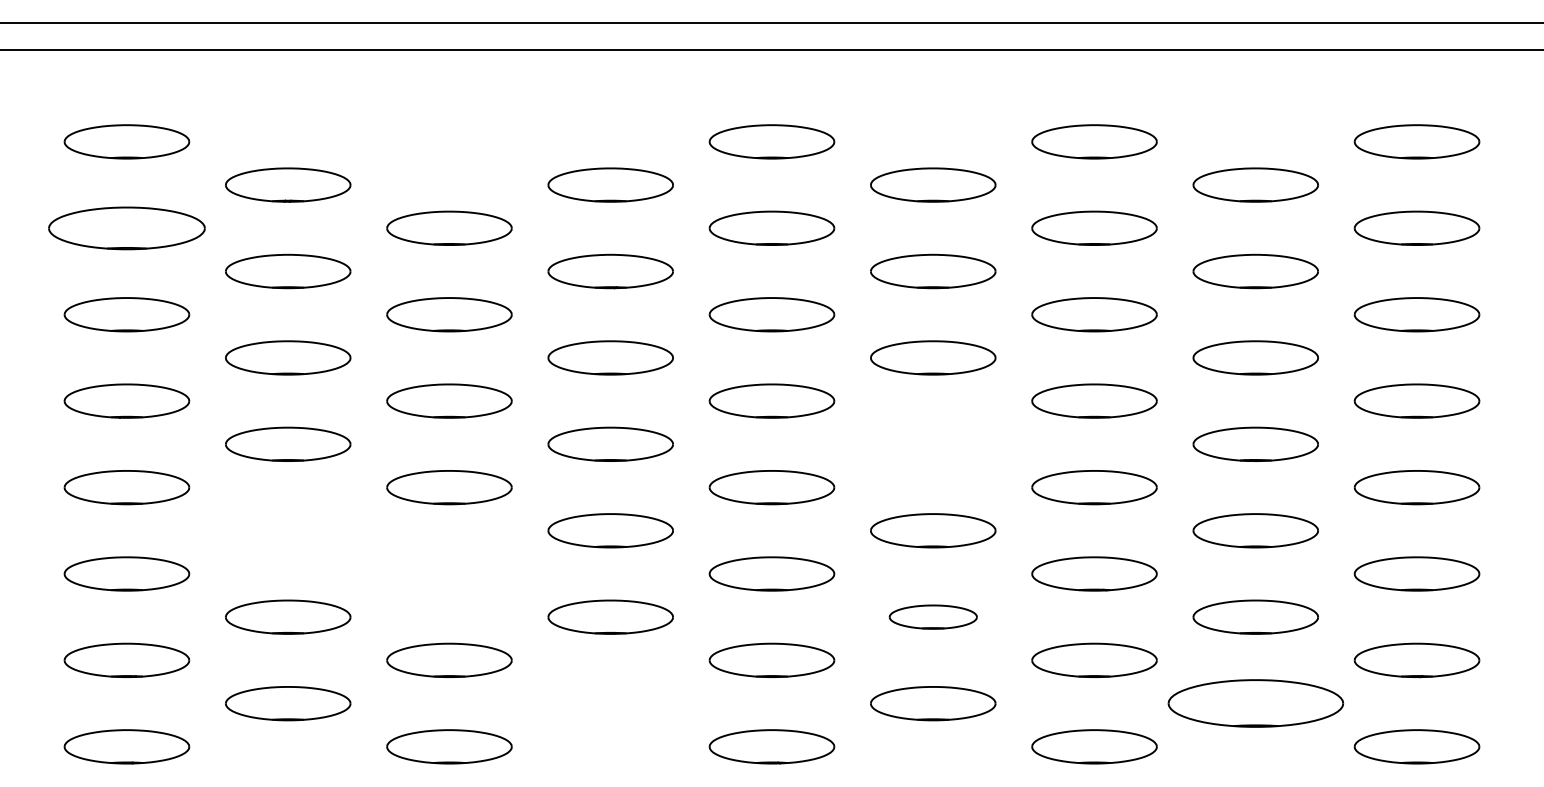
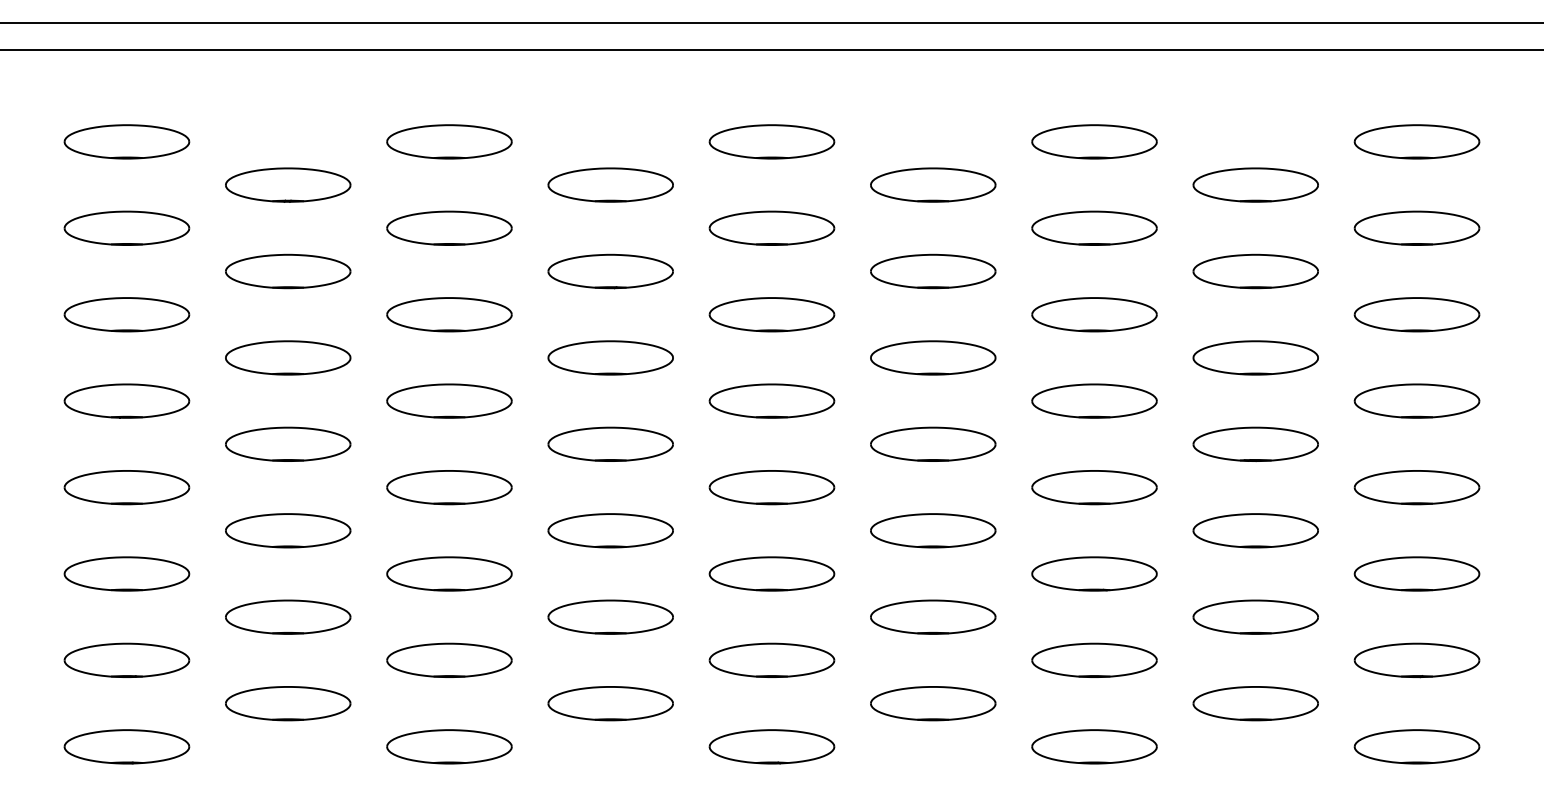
part at (449, 141): none -> present
part at (126, 228) size: 158x45 px -> 128x36 px
part at (933, 443): none -> present
part at (288, 530): none -> present
part at (449, 573): none -> present
part at (932, 616) size: 90x26 px -> 127x36 px
part at (610, 703): none -> present
part at (1255, 703) size: 178x49 px -> 127x36 px
